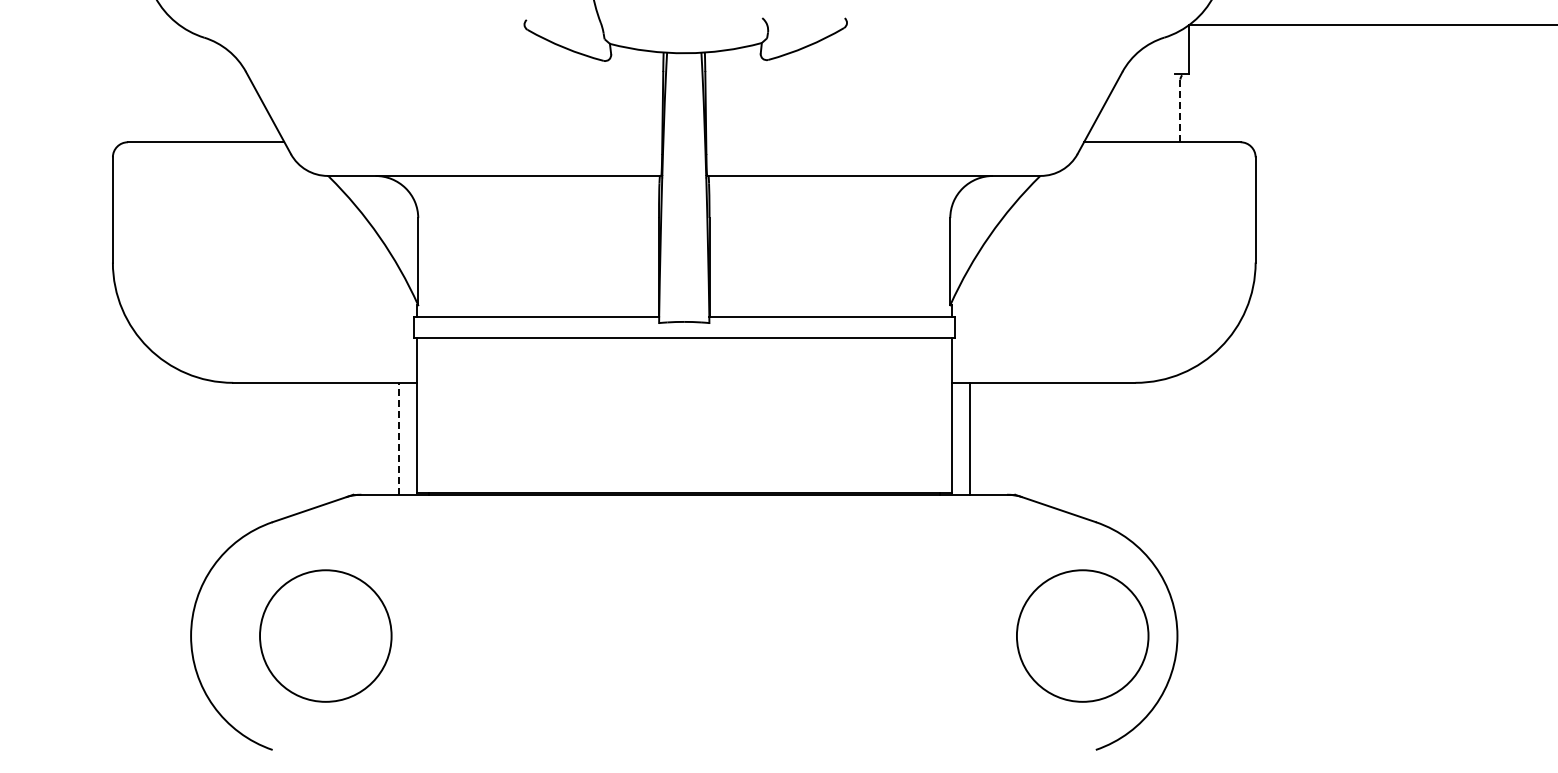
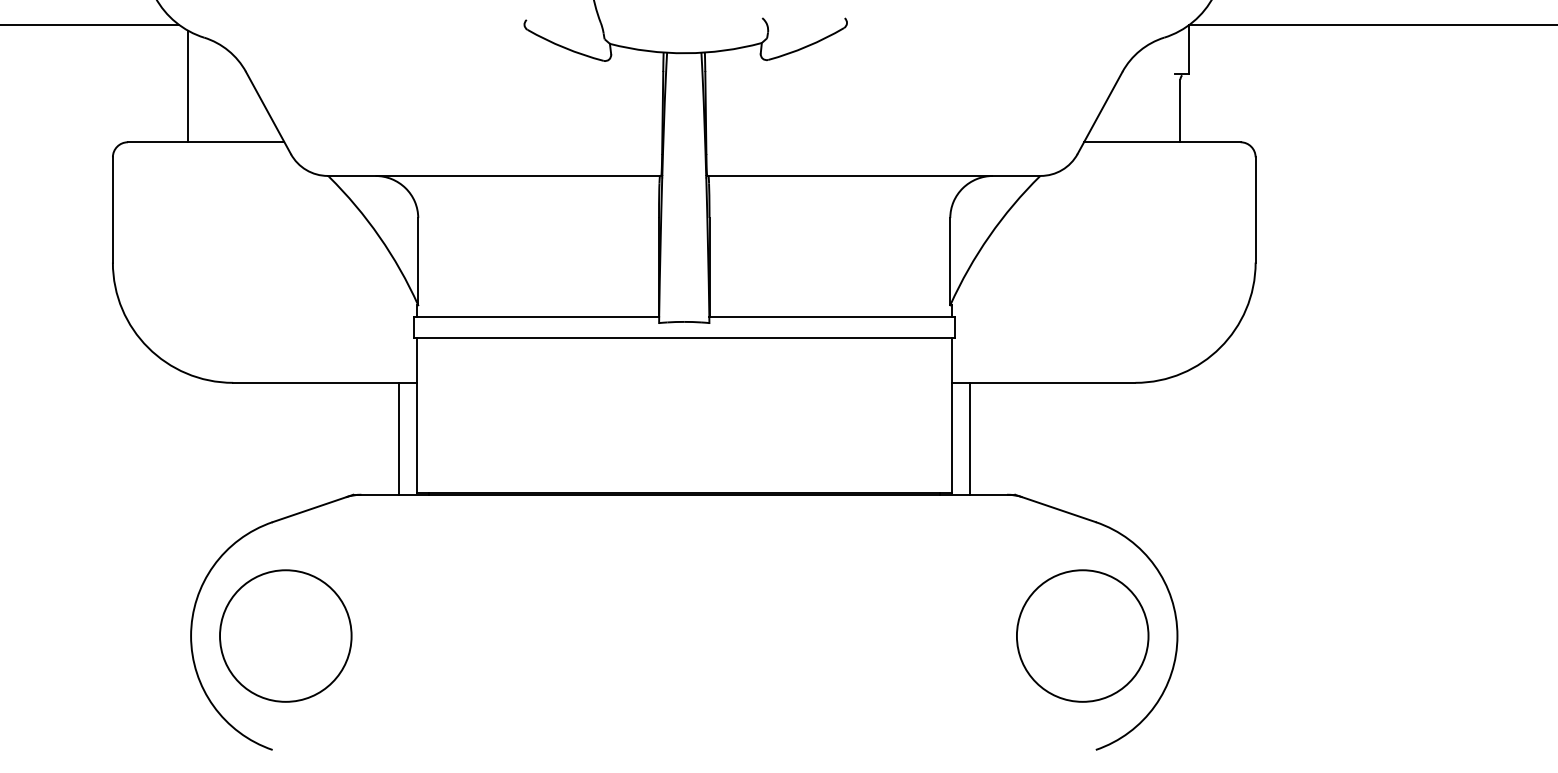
line at (90, 25): none -> present
line at (188, 86): none -> present
line at (1180, 110): dashed -> solid
line at (398, 438): dashed -> solid
circle at (325, 635) position: (325, 635) -> (285, 635)
